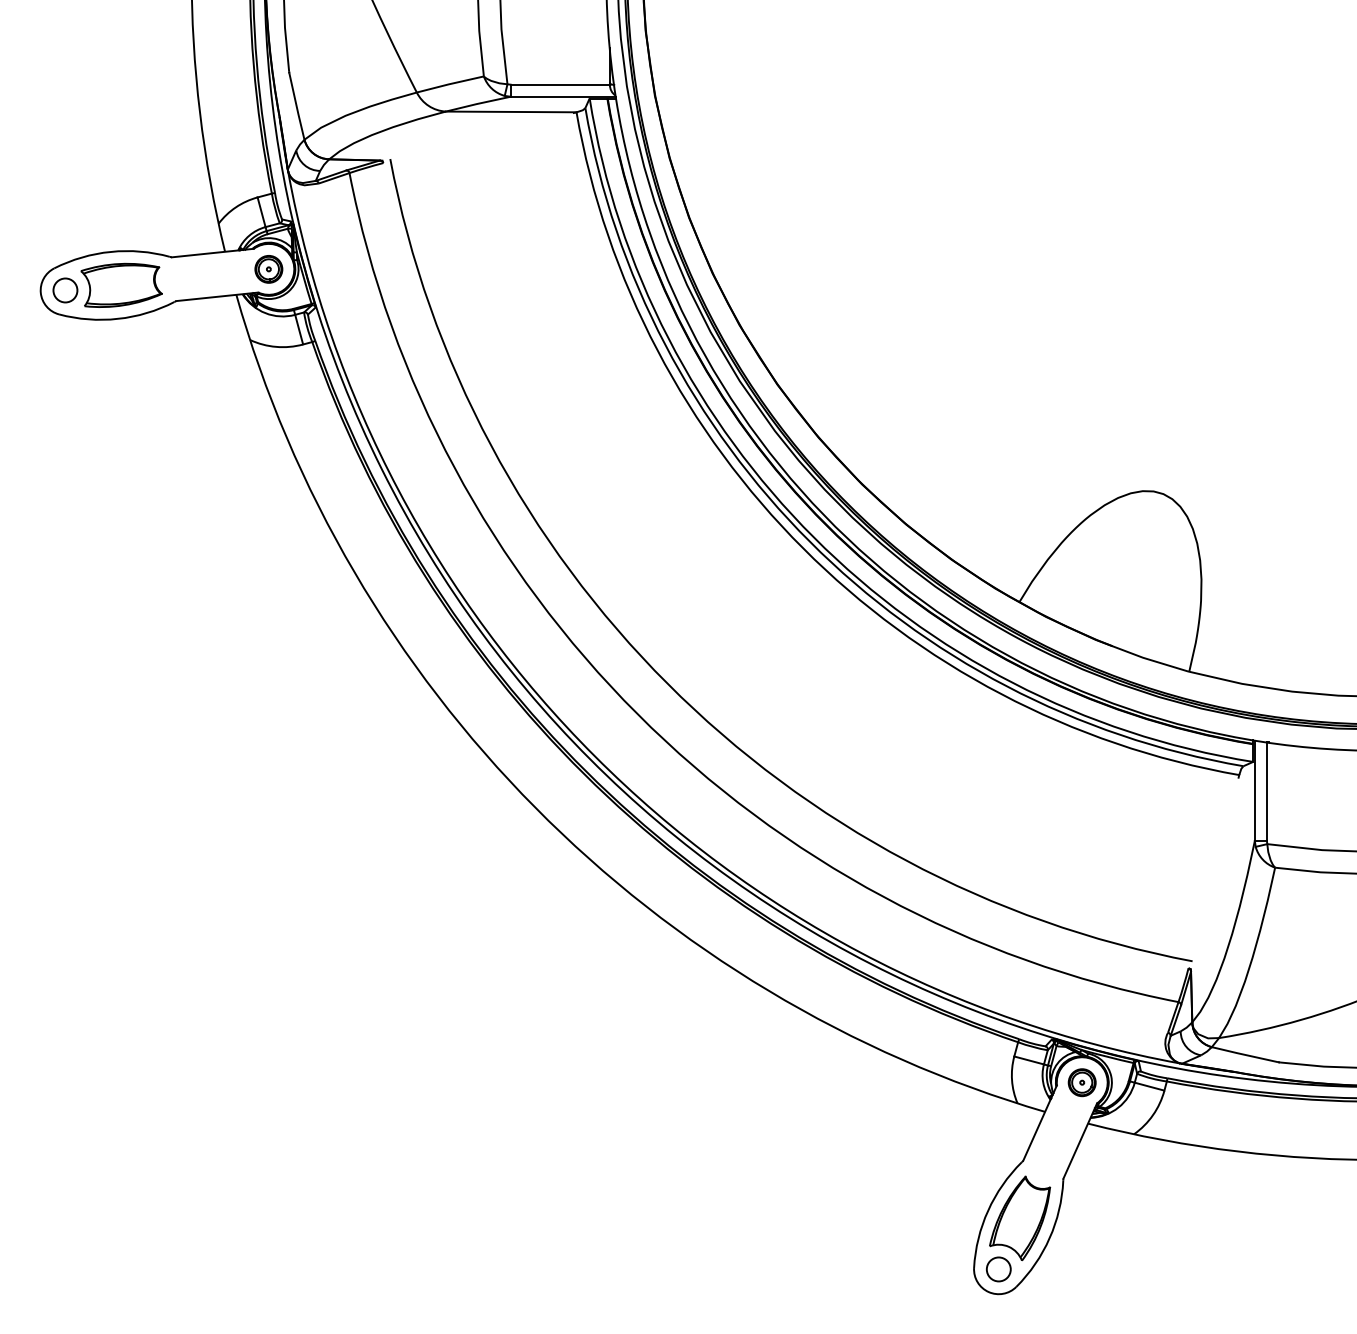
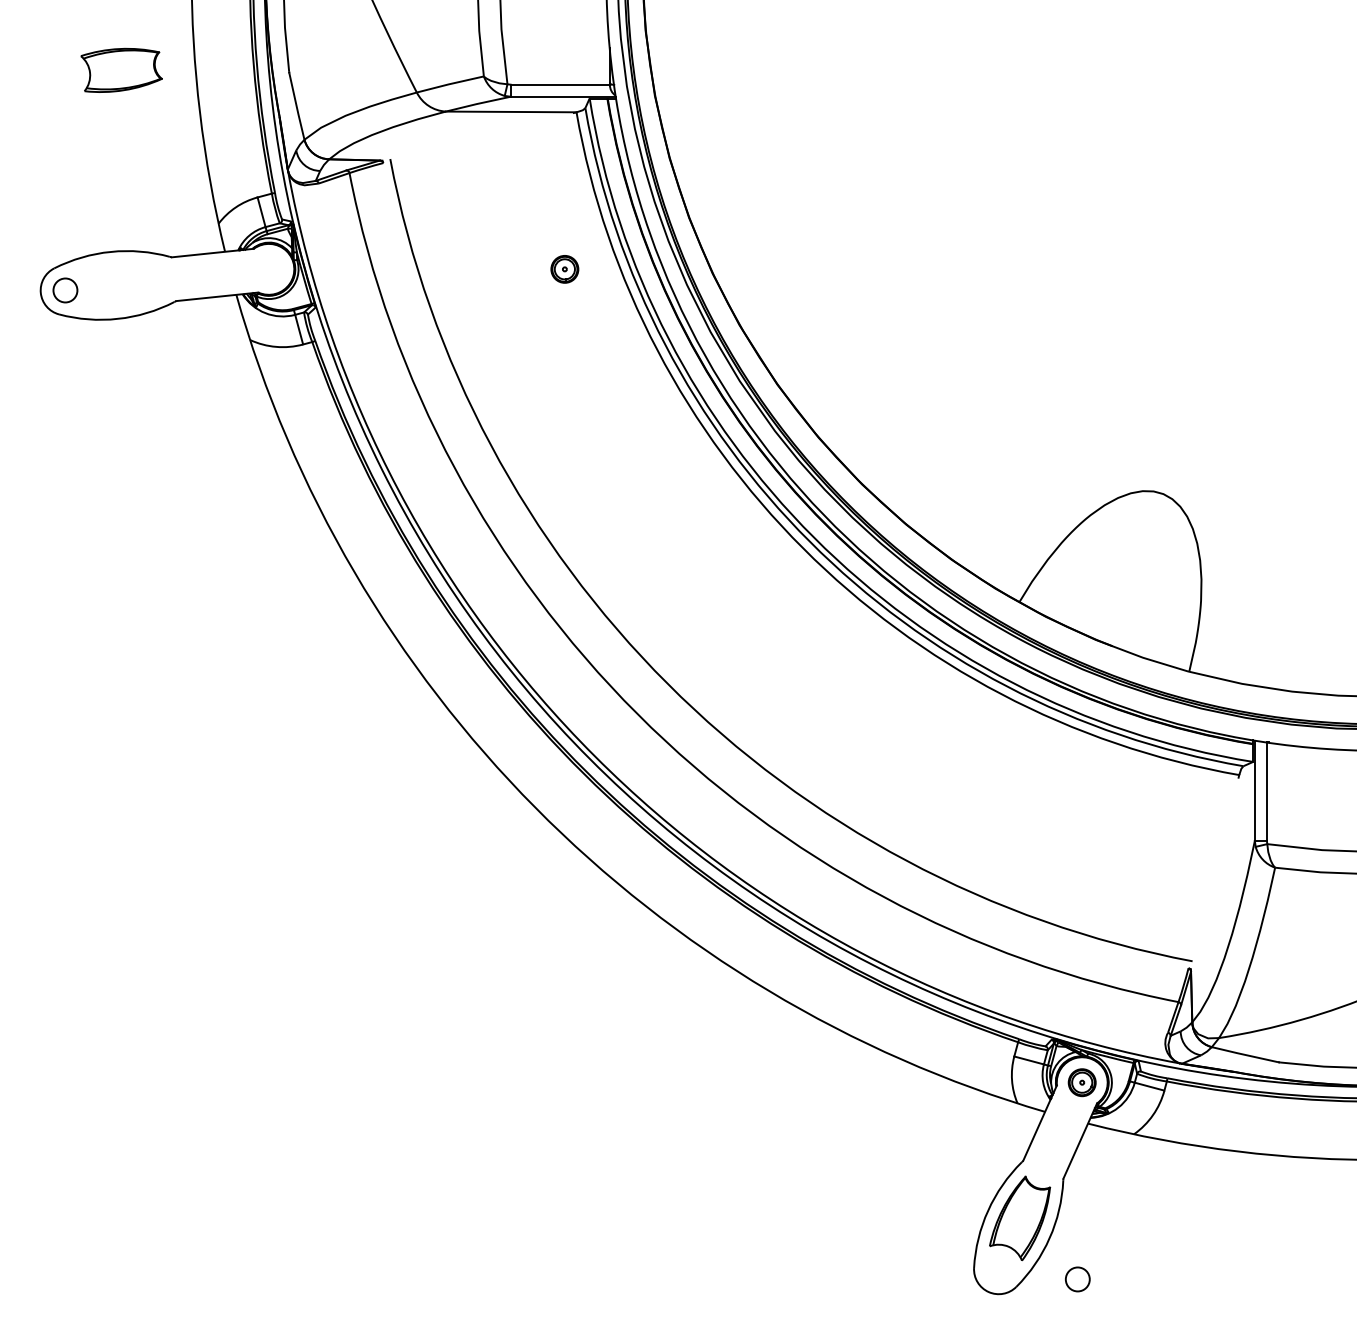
part at (268, 269) position: (268, 269) -> (564, 269)
part at (121, 284) position: (121, 284) -> (121, 69)
circle at (998, 1269) position: (998, 1269) -> (1077, 1279)
